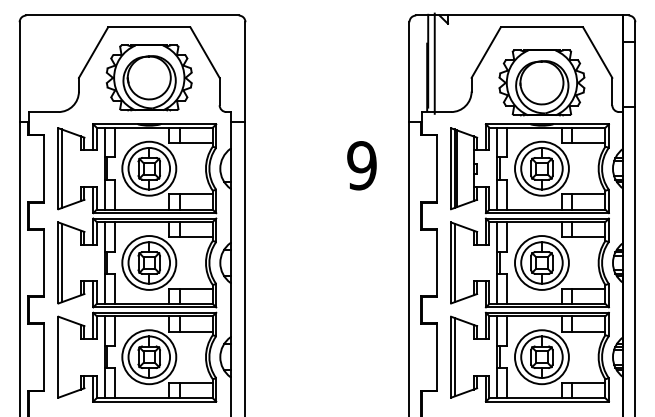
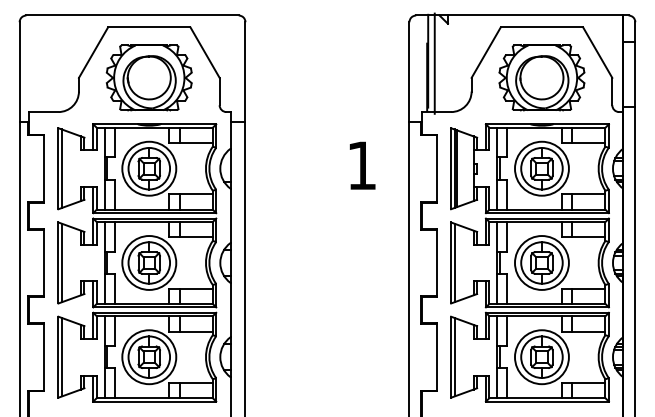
part at (541, 82) position: (541, 82) -> (541, 77)
text at (361, 165): 9 -> 1
line at (61, 356): none -> present
